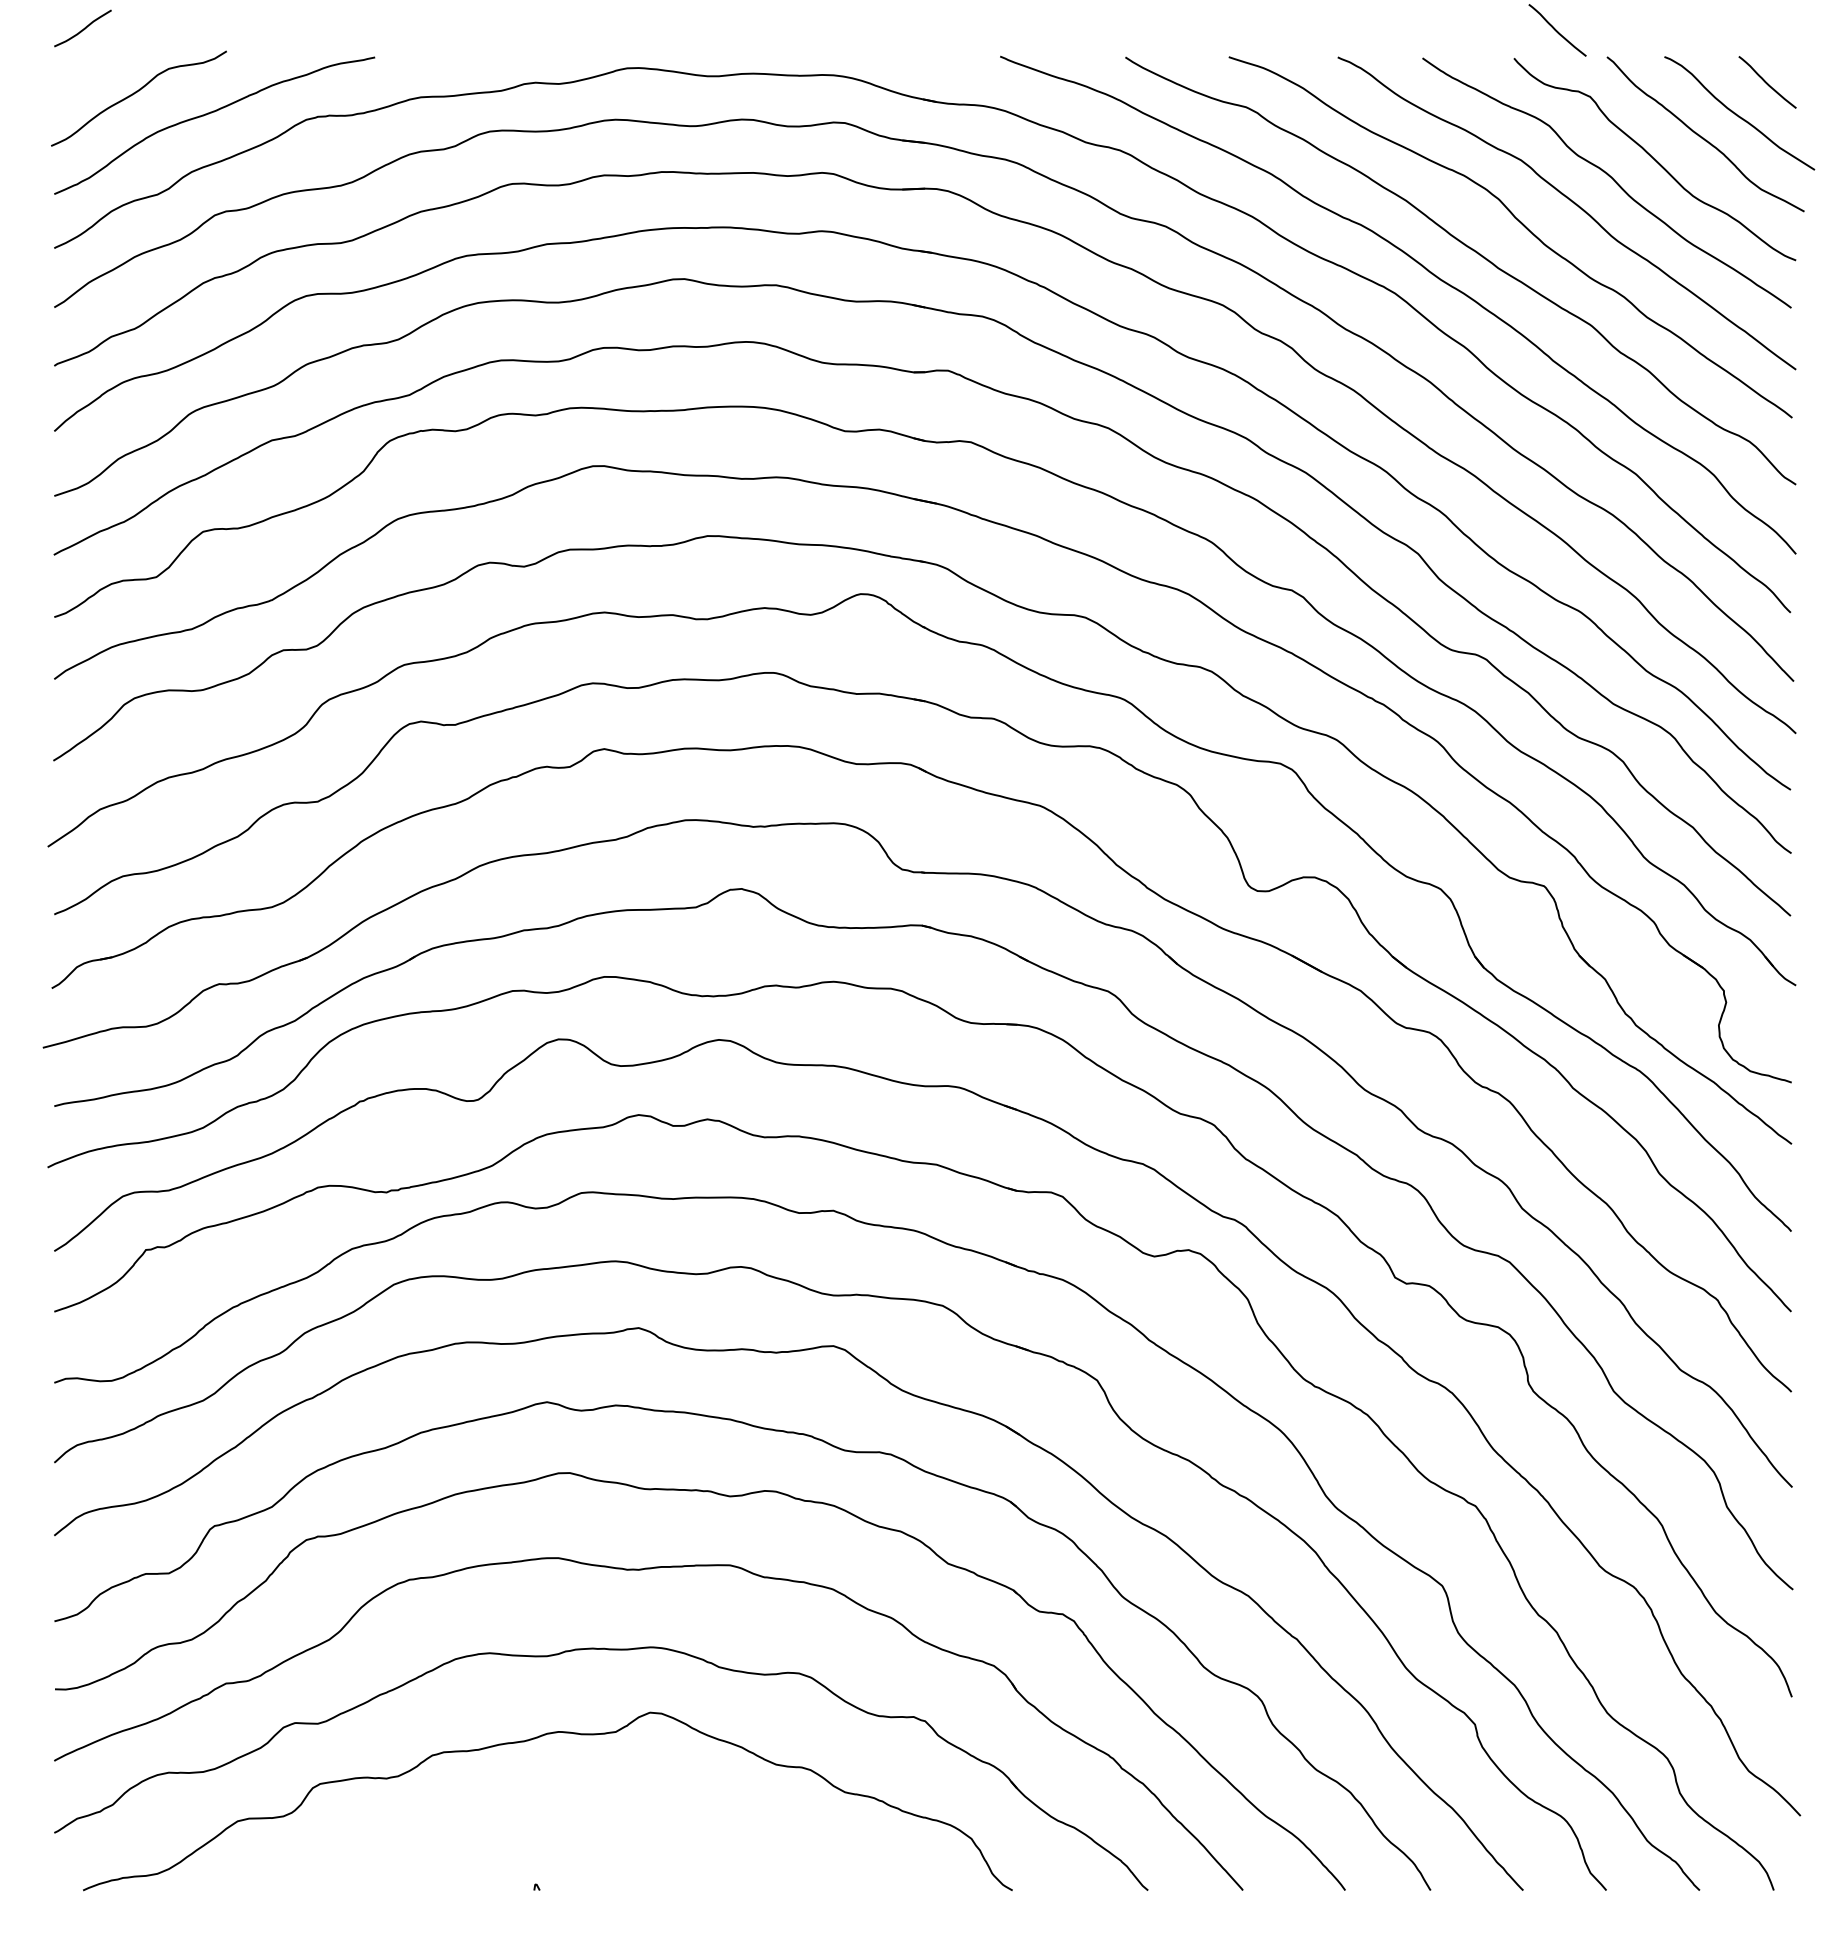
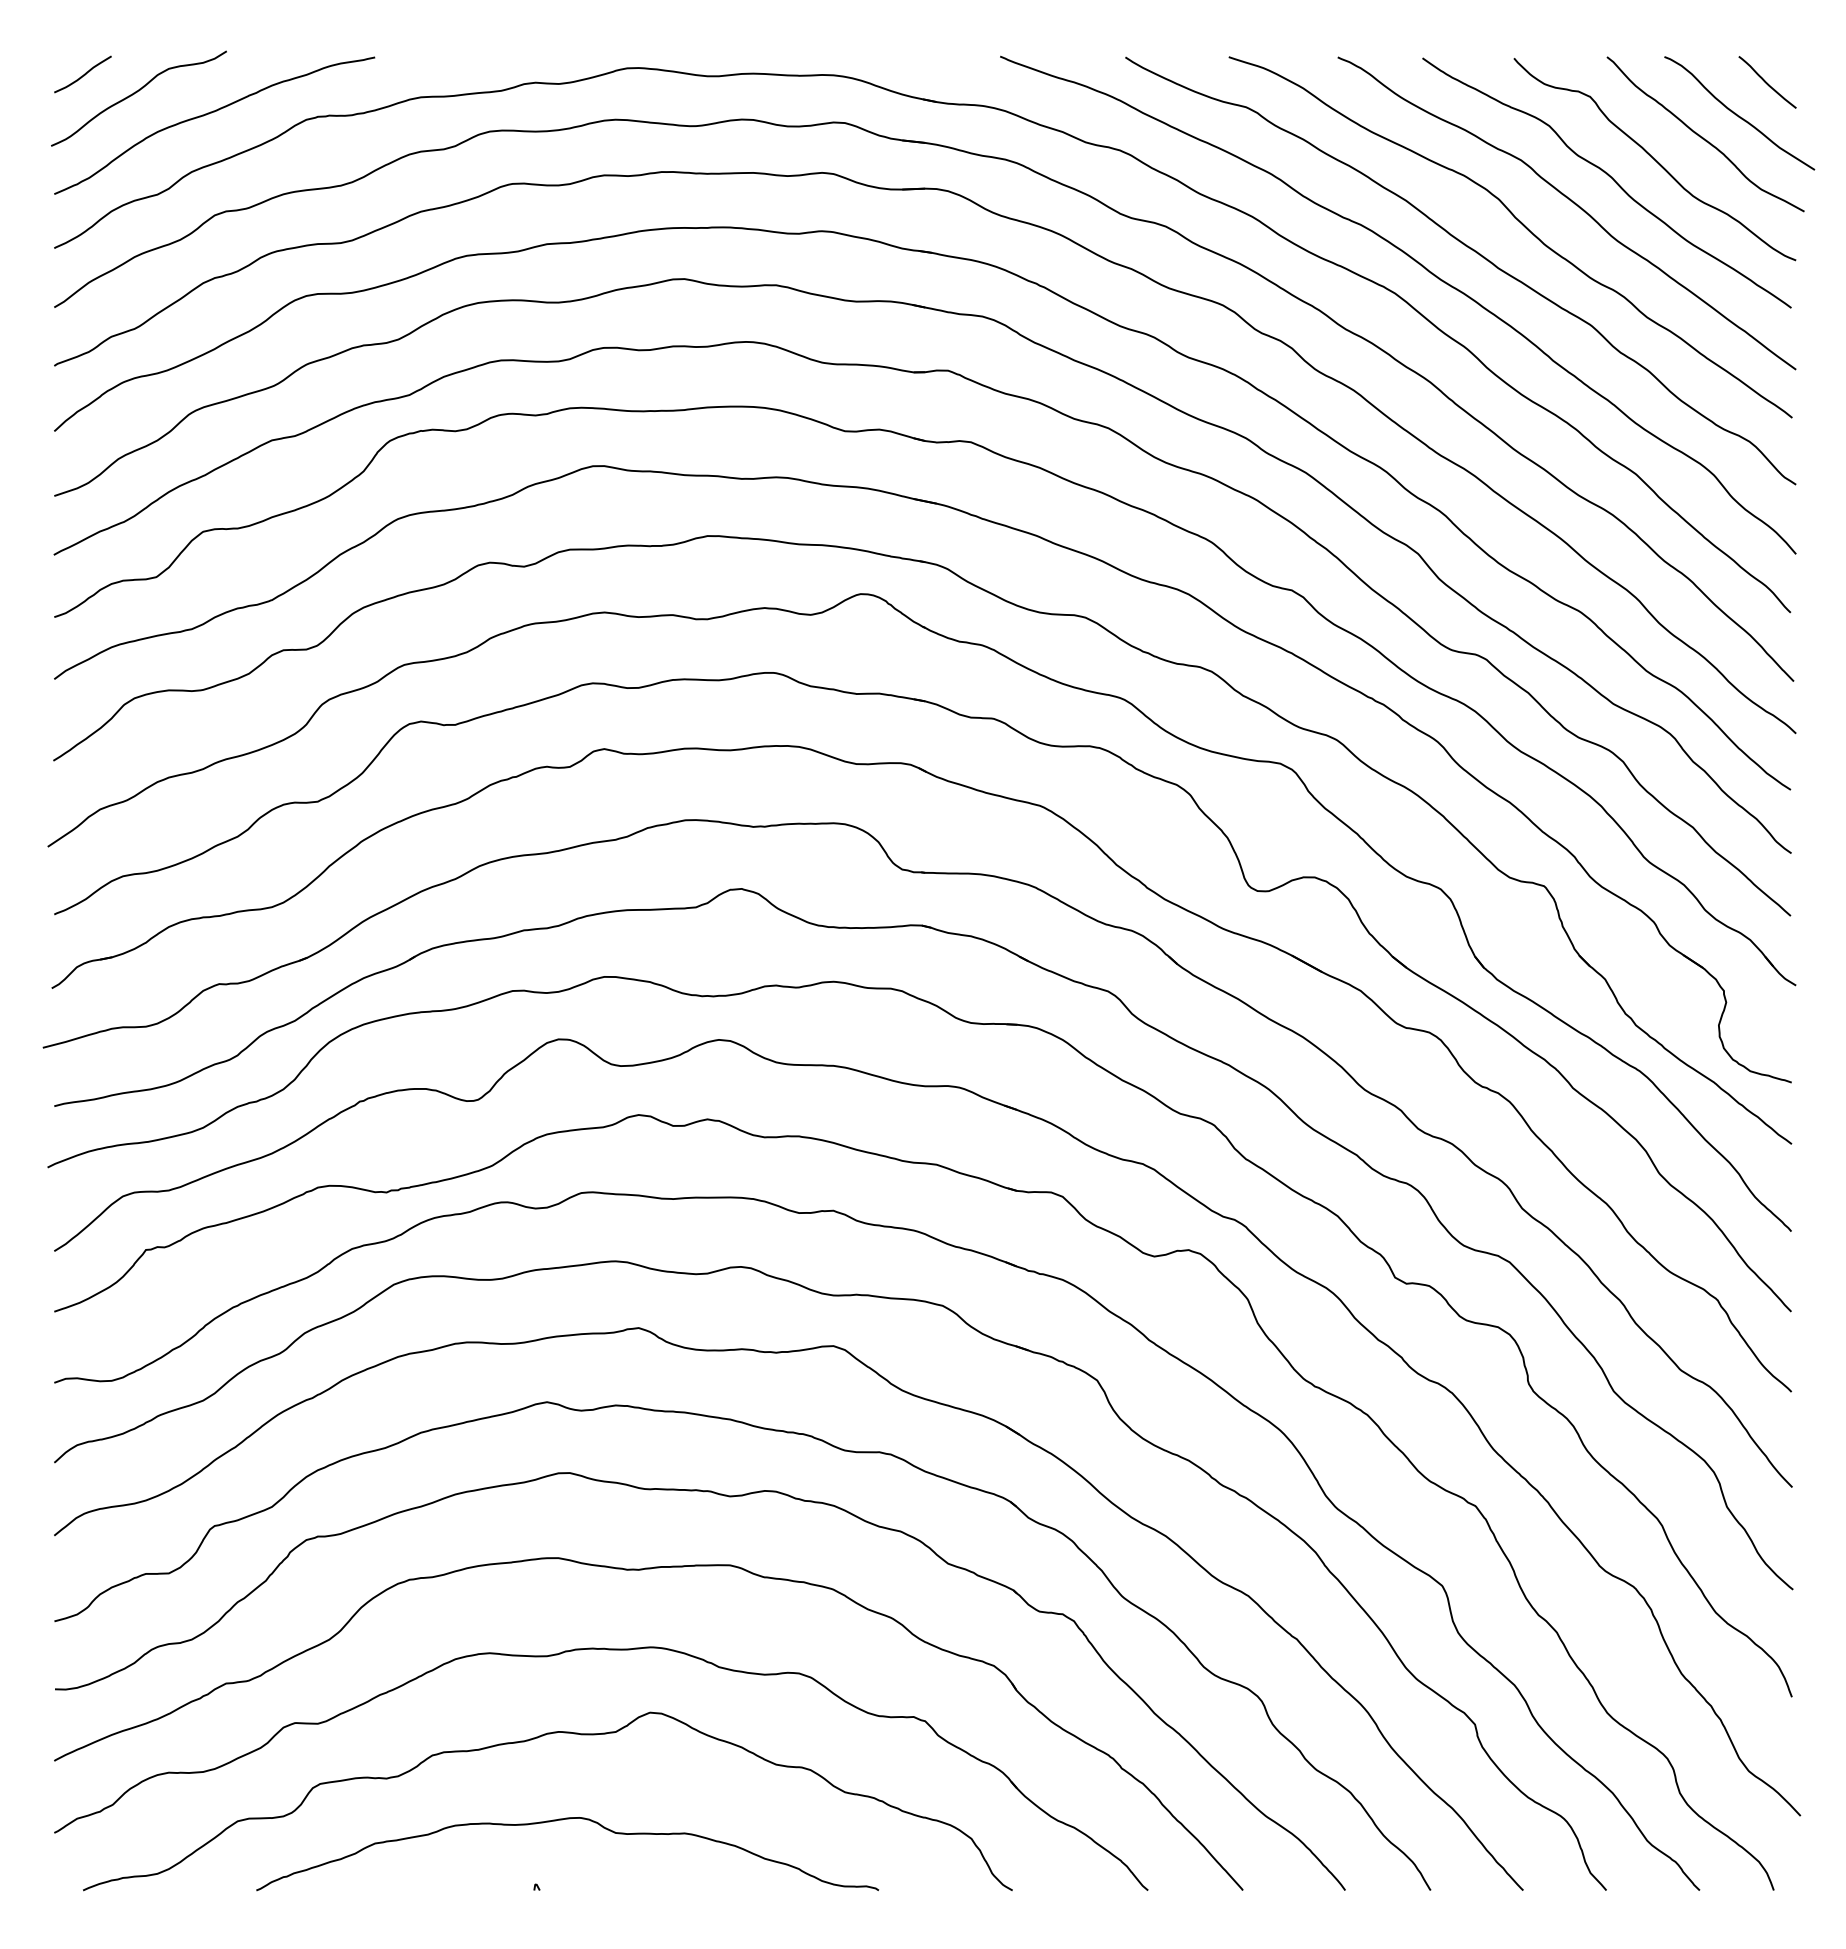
curve at (83, 28) position: (83, 28) -> (83, 74)
curve at (1557, 30): present -> none
curve at (562, 1820): none -> present
